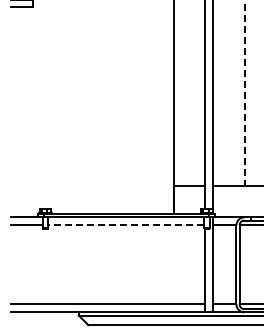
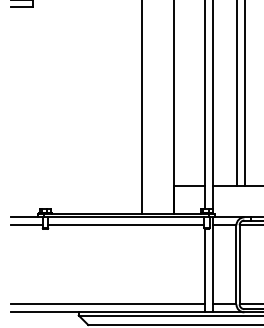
line at (245, 92): dashed -> solid
line at (237, 93): none -> present
line at (142, 108): none -> present
line at (125, 225): dashed -> solid
